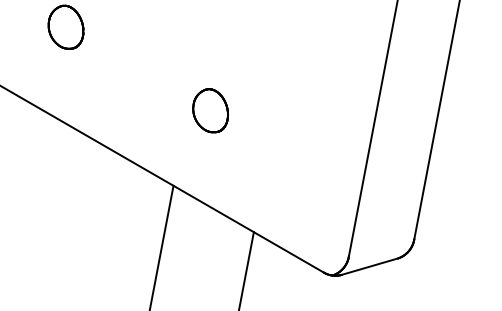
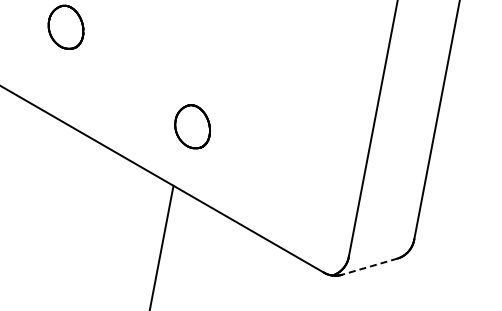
part at (210, 110) position: (210, 110) -> (192, 126)
line at (369, 266): solid -> dashed
line at (246, 269): present -> none
